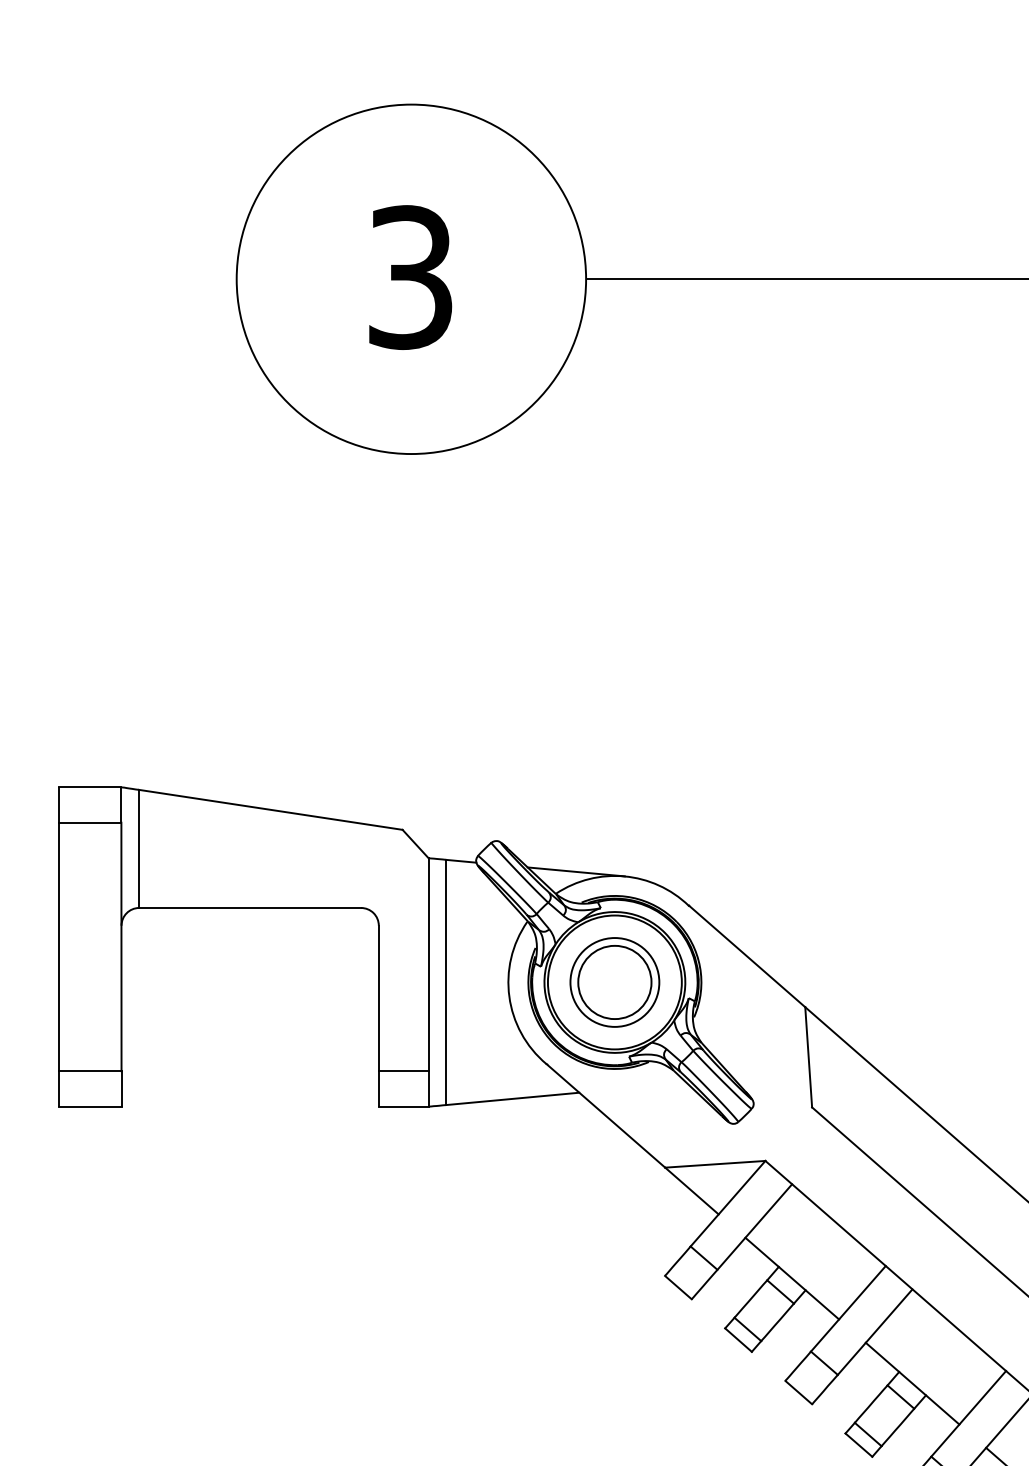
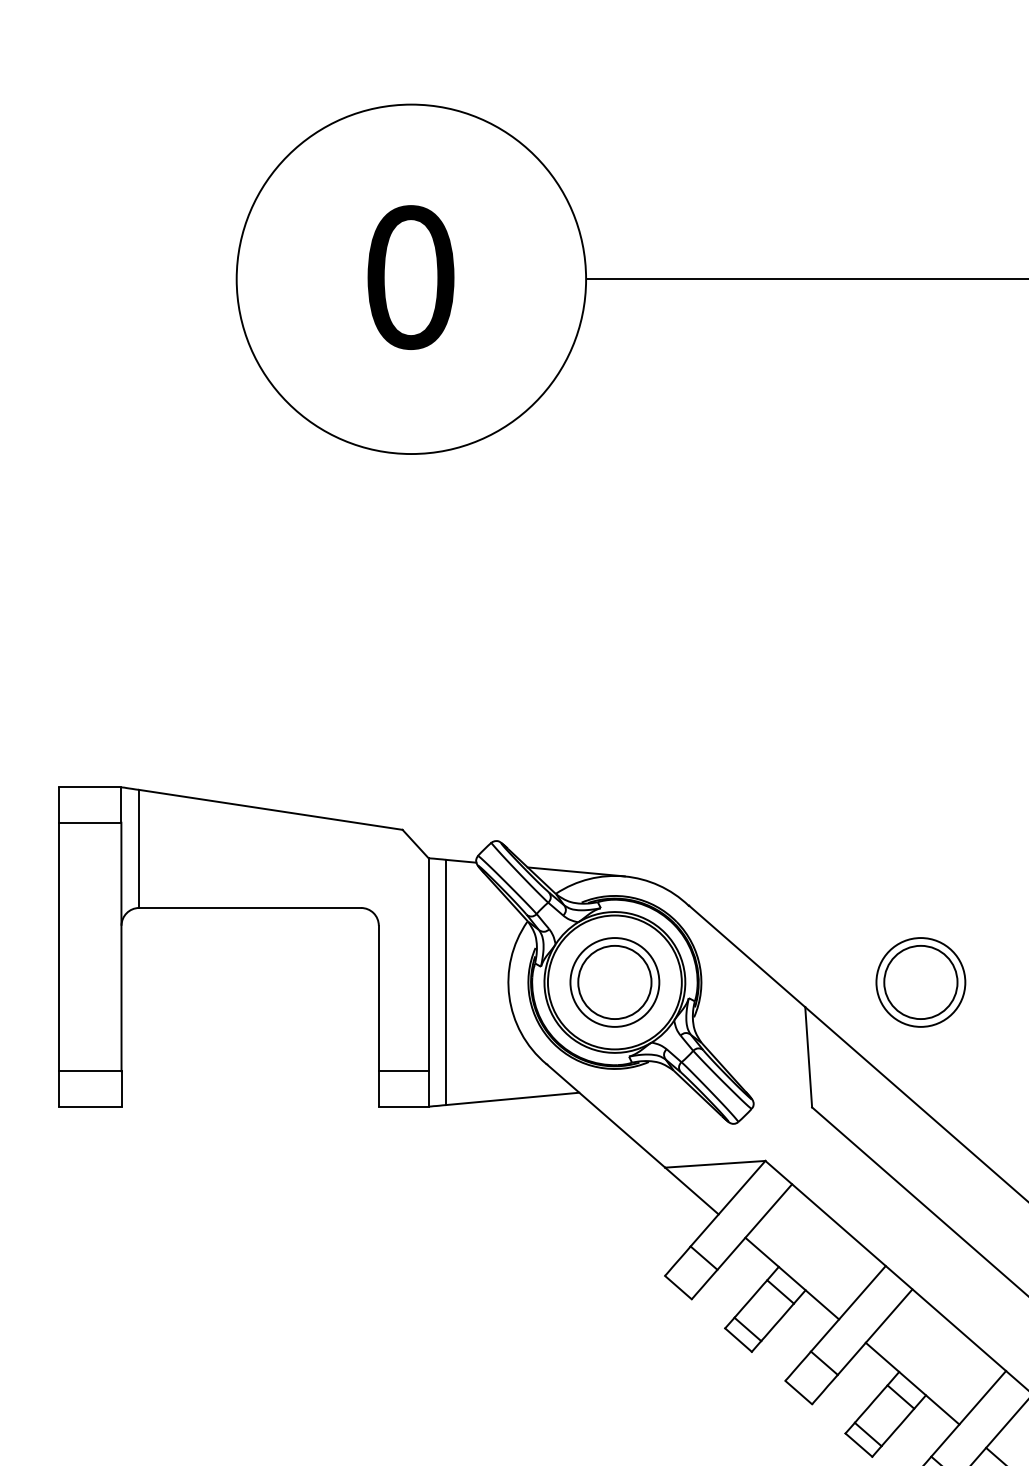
text at (410, 277): 3 -> 0
part at (920, 982): none -> present
